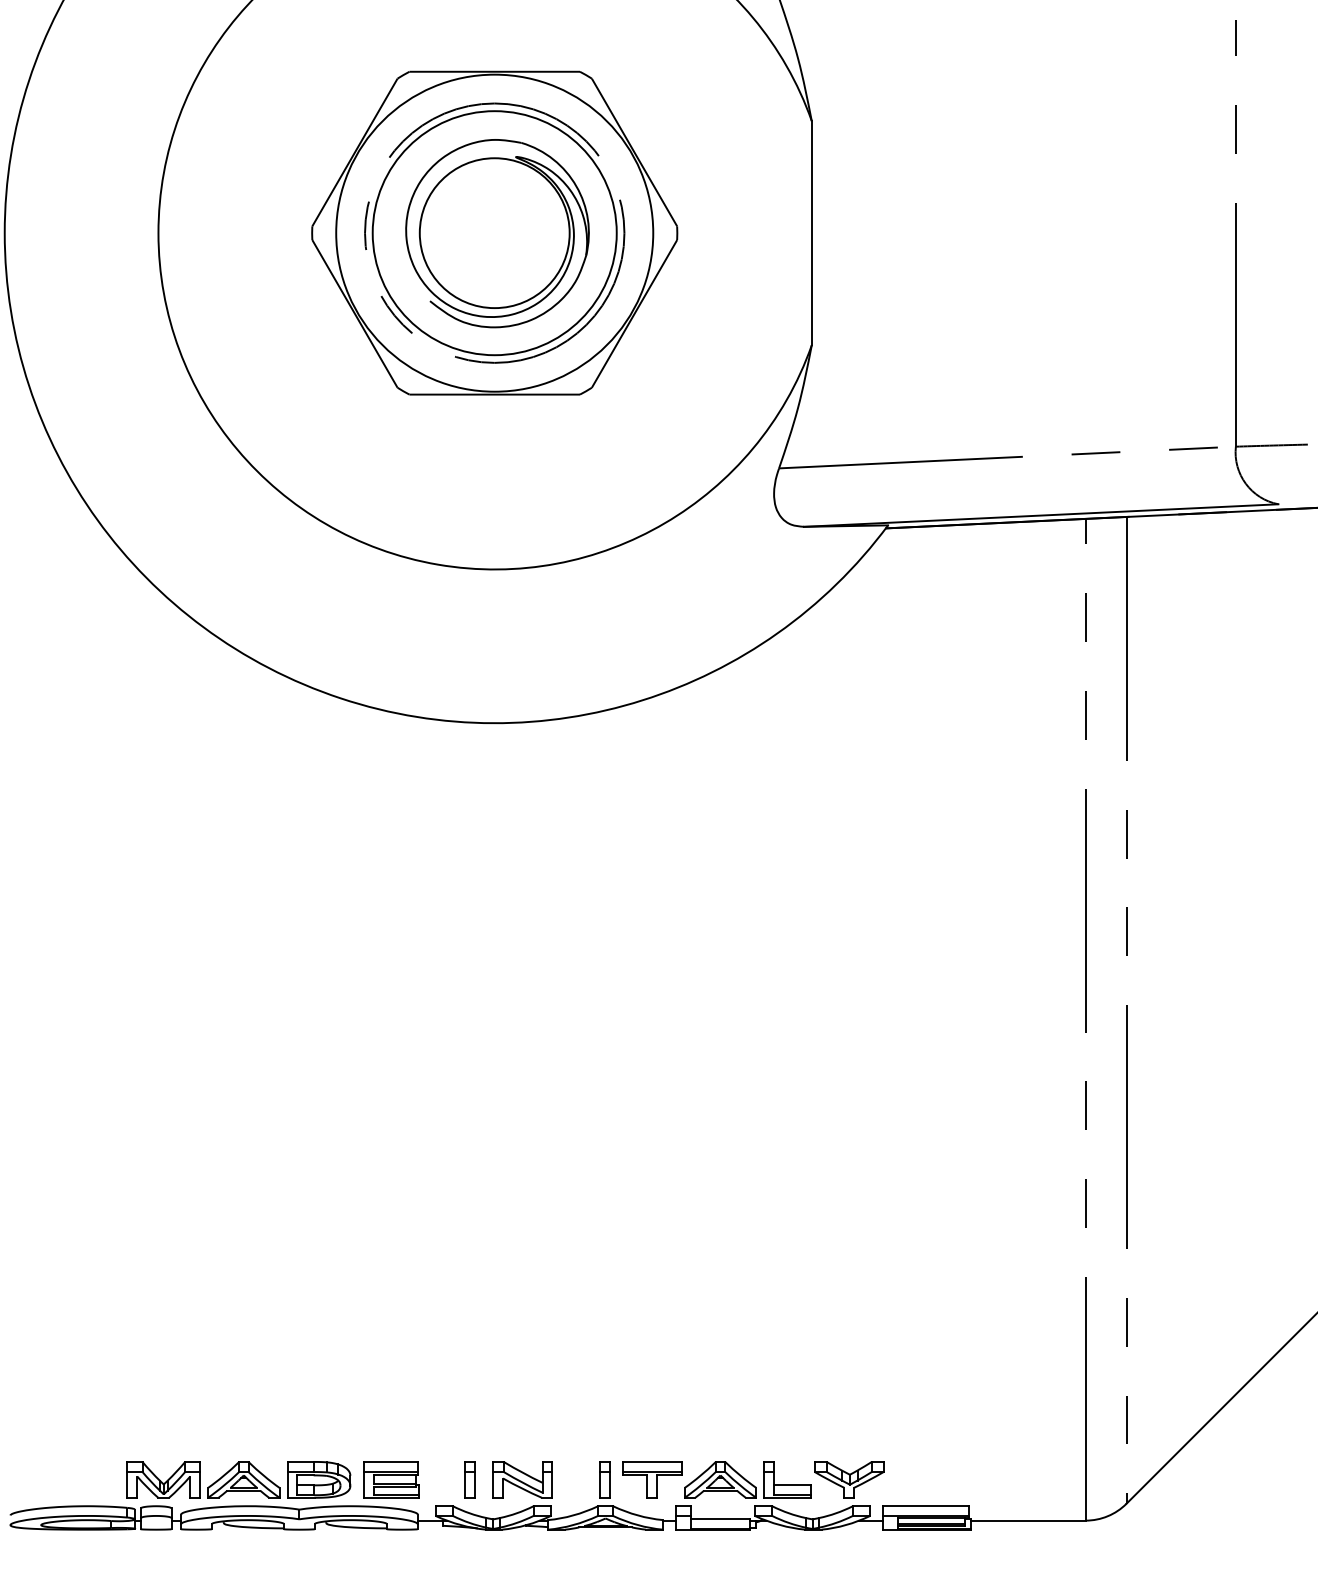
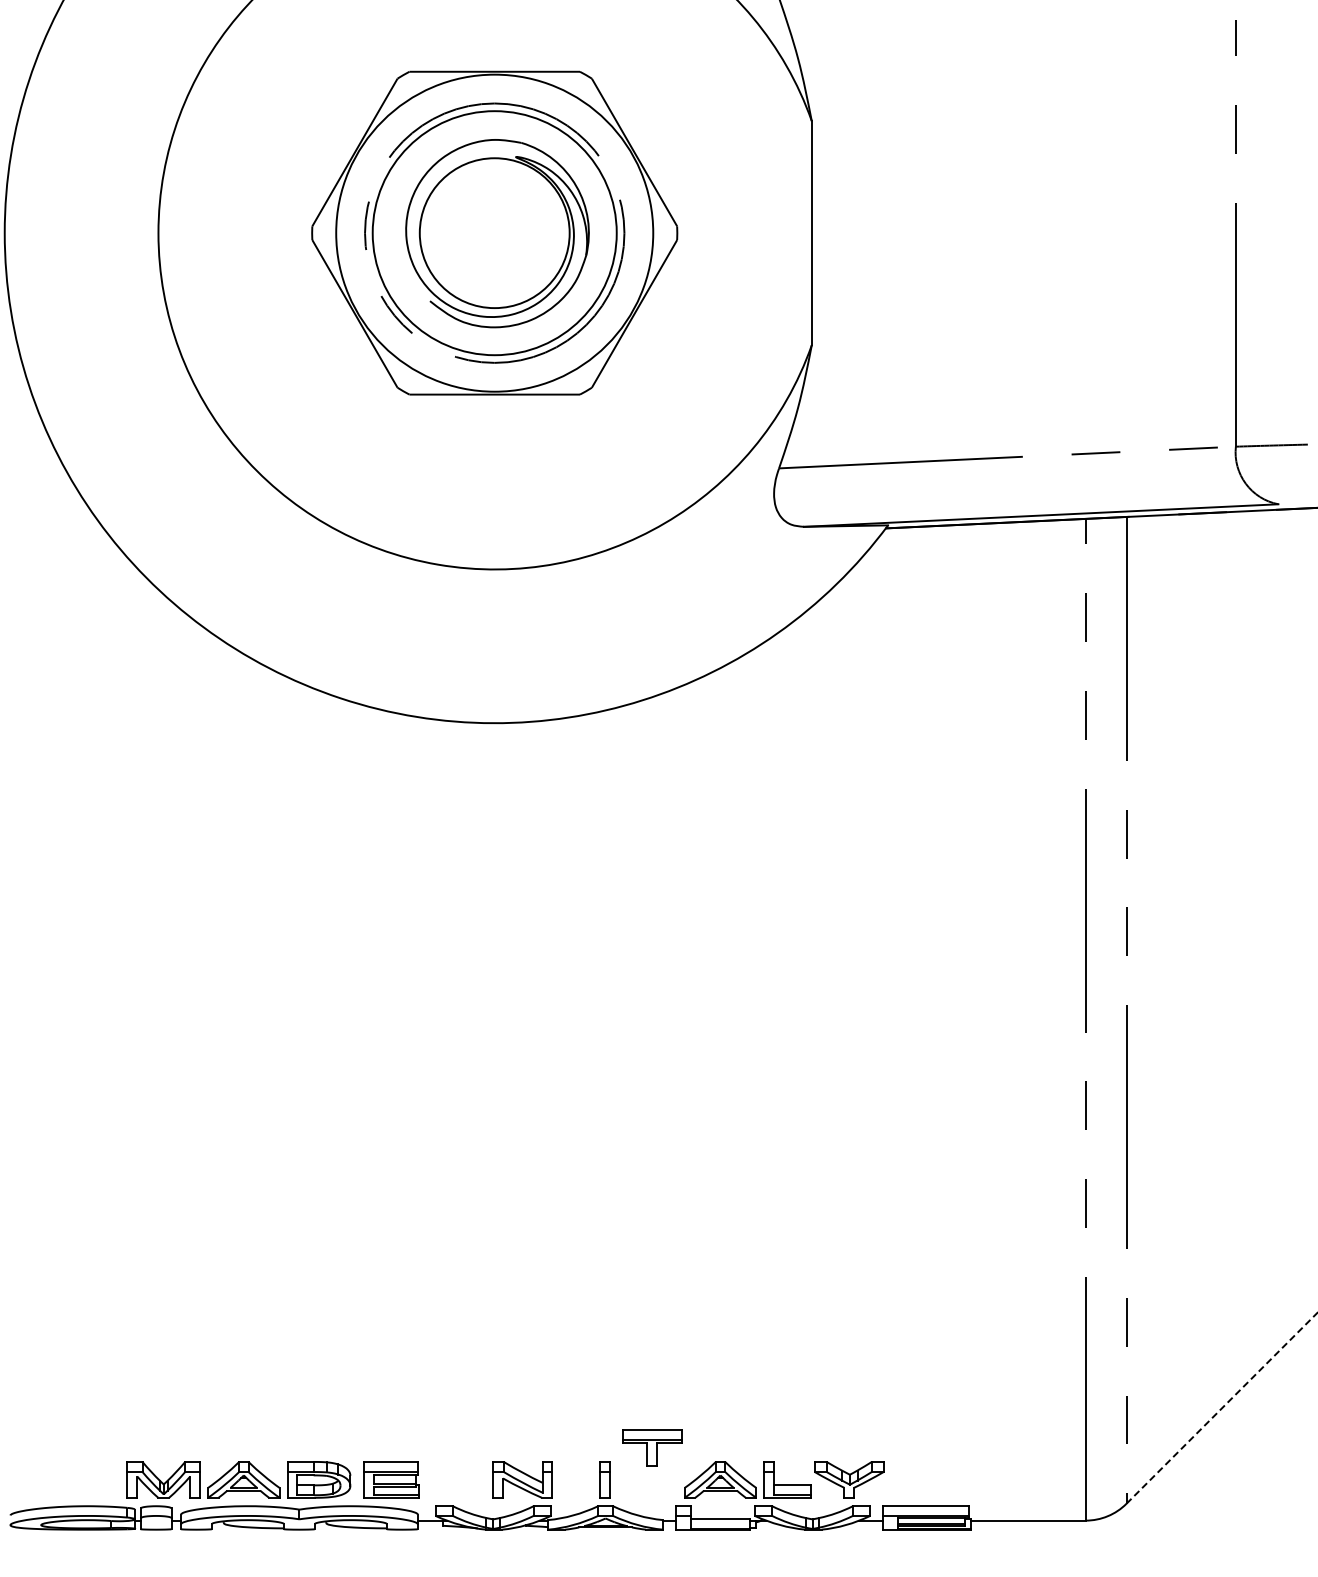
line at (1222, 1407): solid -> dashed
part at (469, 1479): present -> none
part at (652, 1479) position: (652, 1479) -> (652, 1447)
